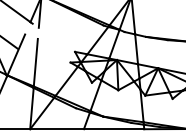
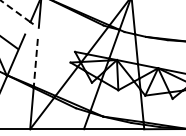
line at (15, 11): solid -> dashed
line at (35, 62): solid -> dashed
